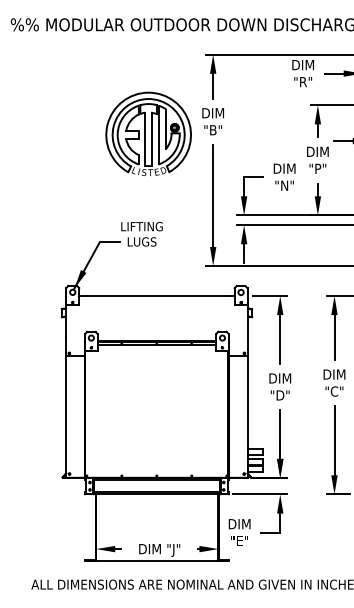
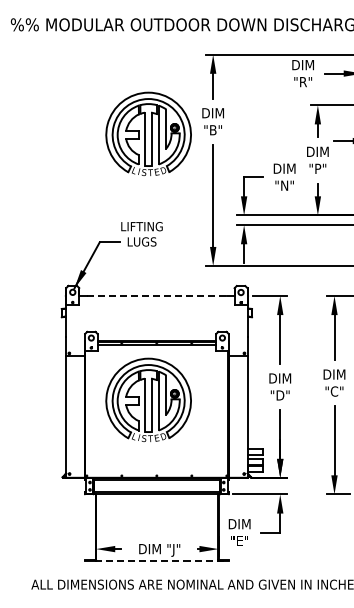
line at (157, 295): solid -> dashed
part at (148, 399): none -> present
line at (157, 560): solid -> dashed
